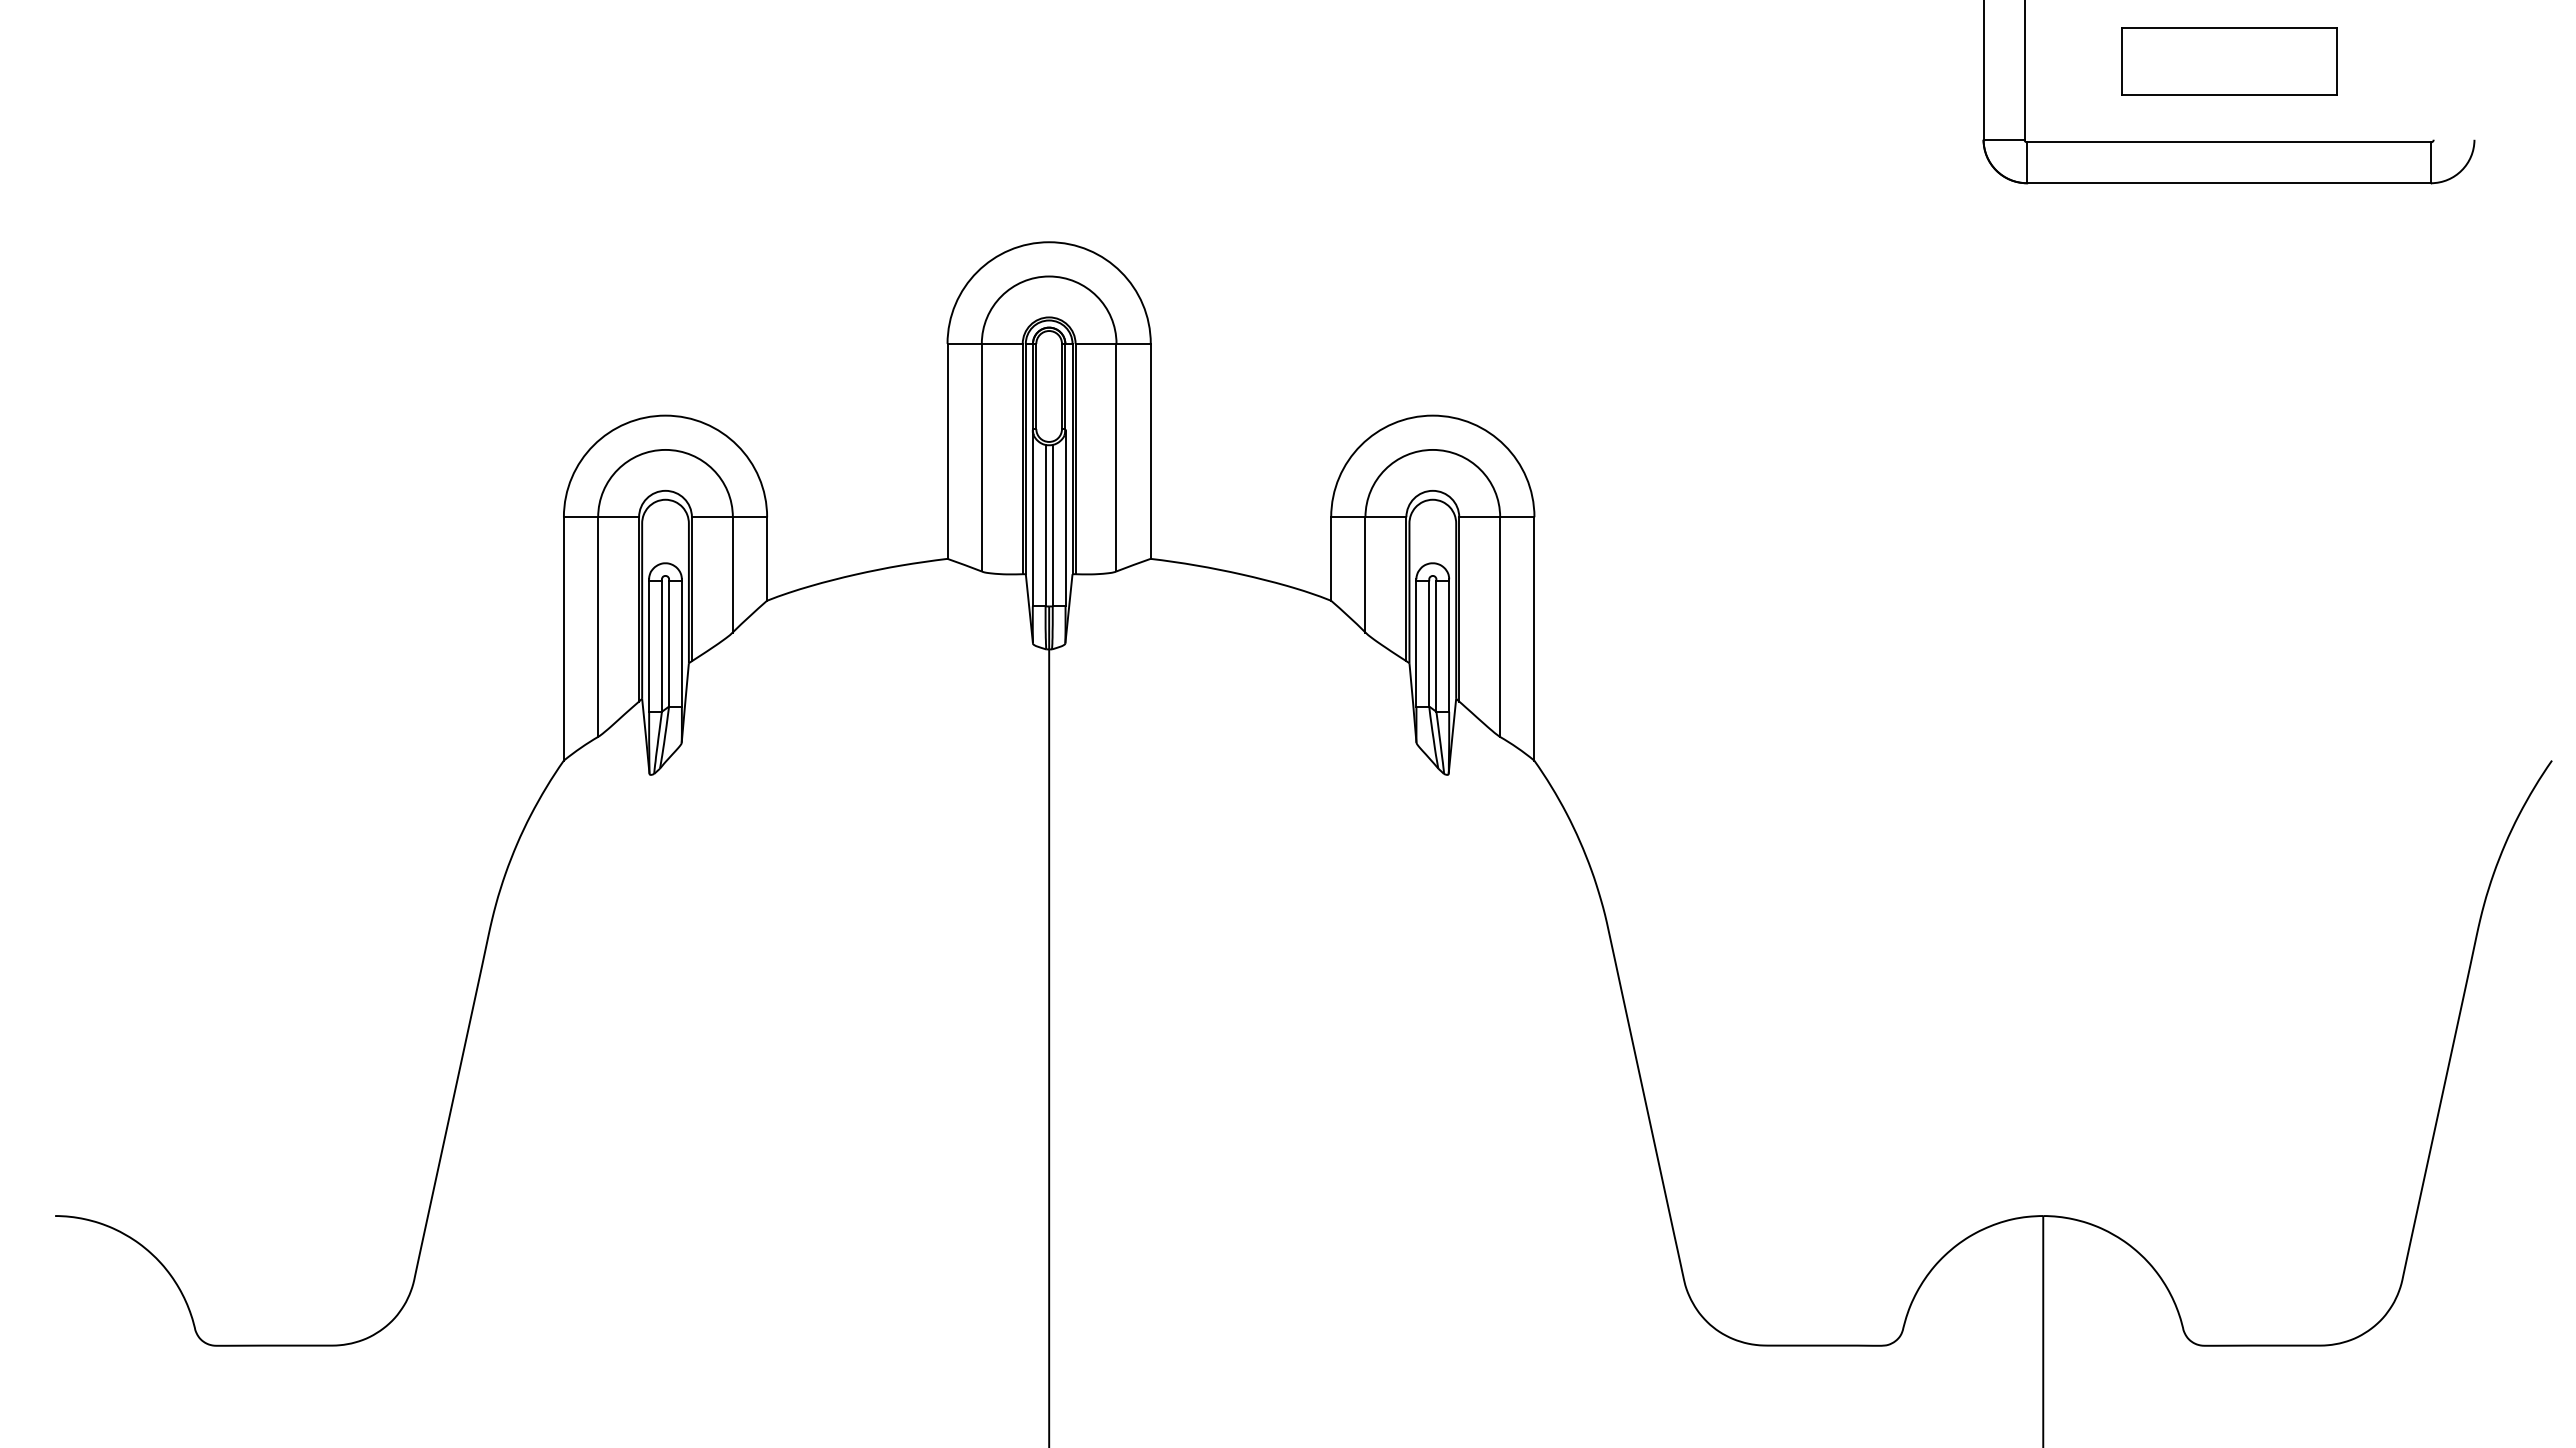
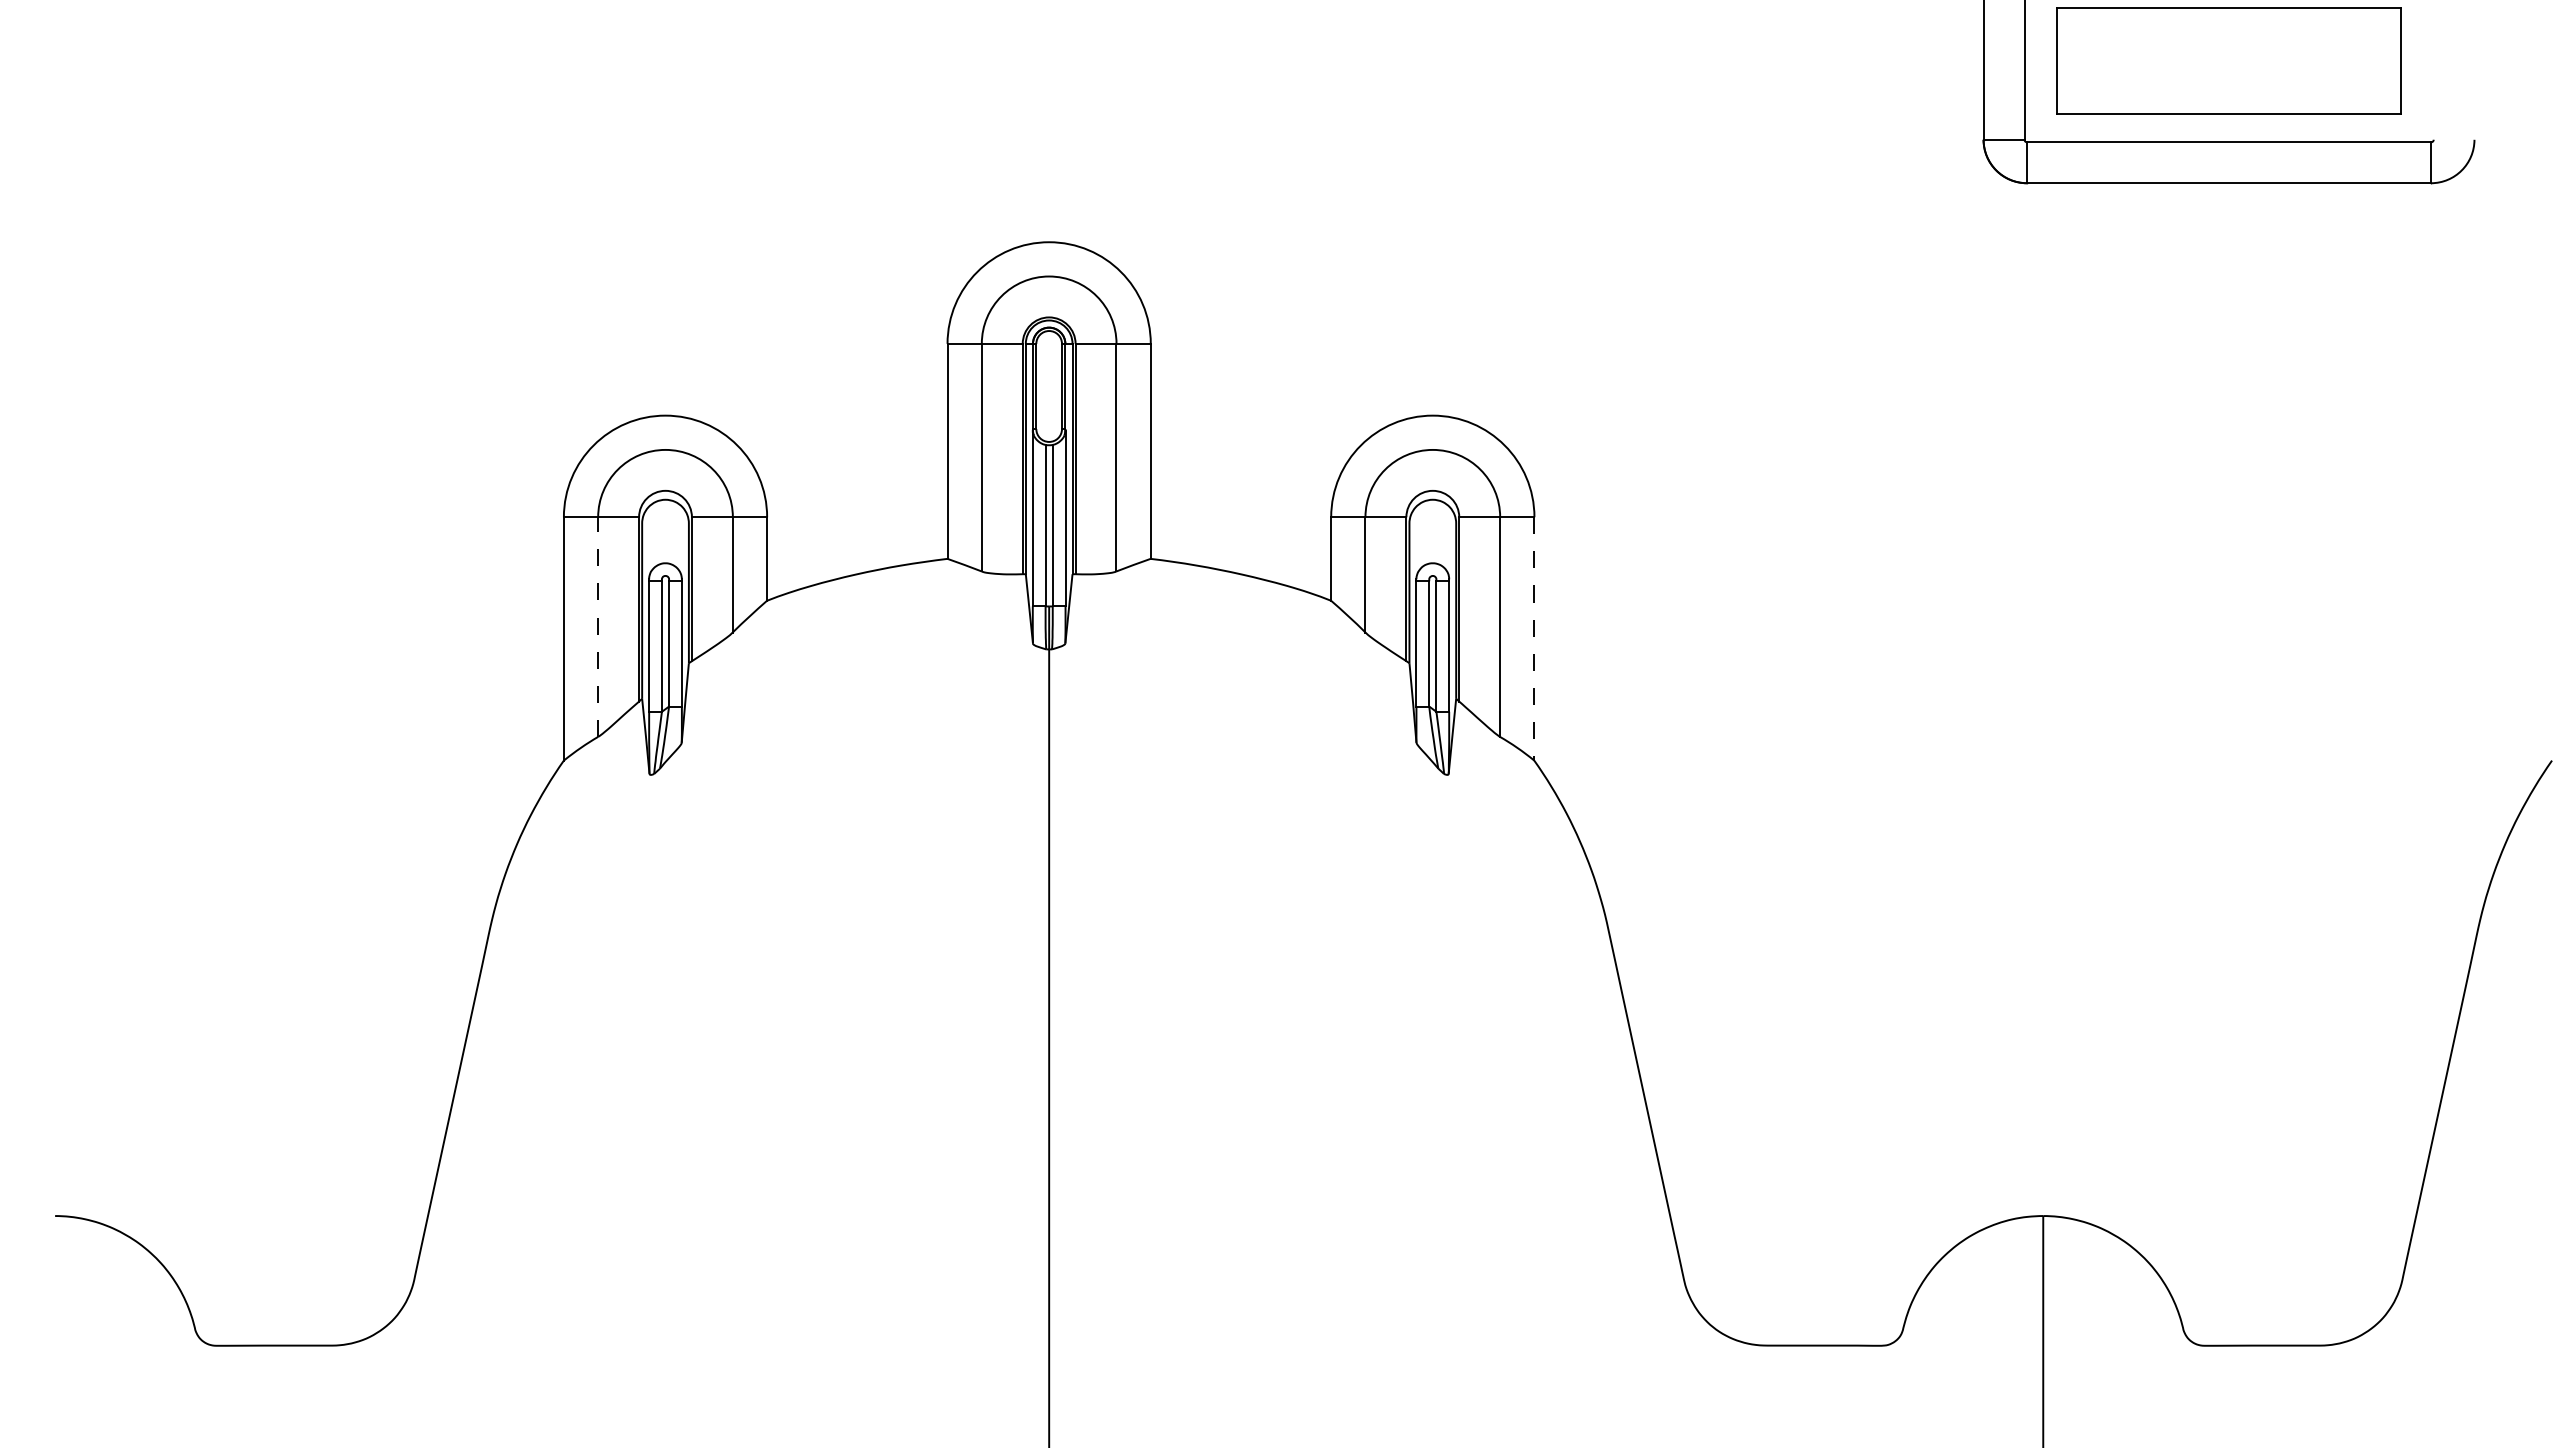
part at (2229, 61) size: 217x69 px -> 346x108 px
line at (598, 627): solid -> dashed
line at (1534, 638): solid -> dashed
